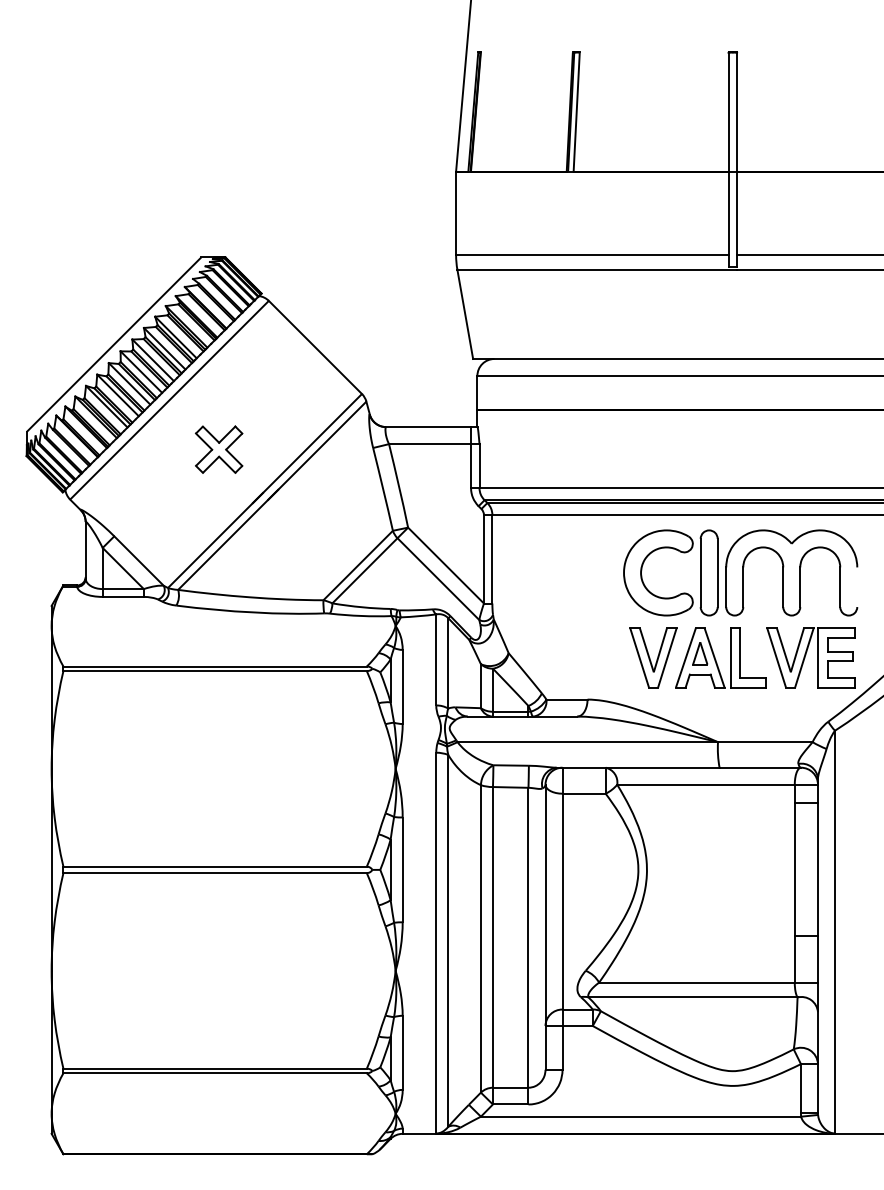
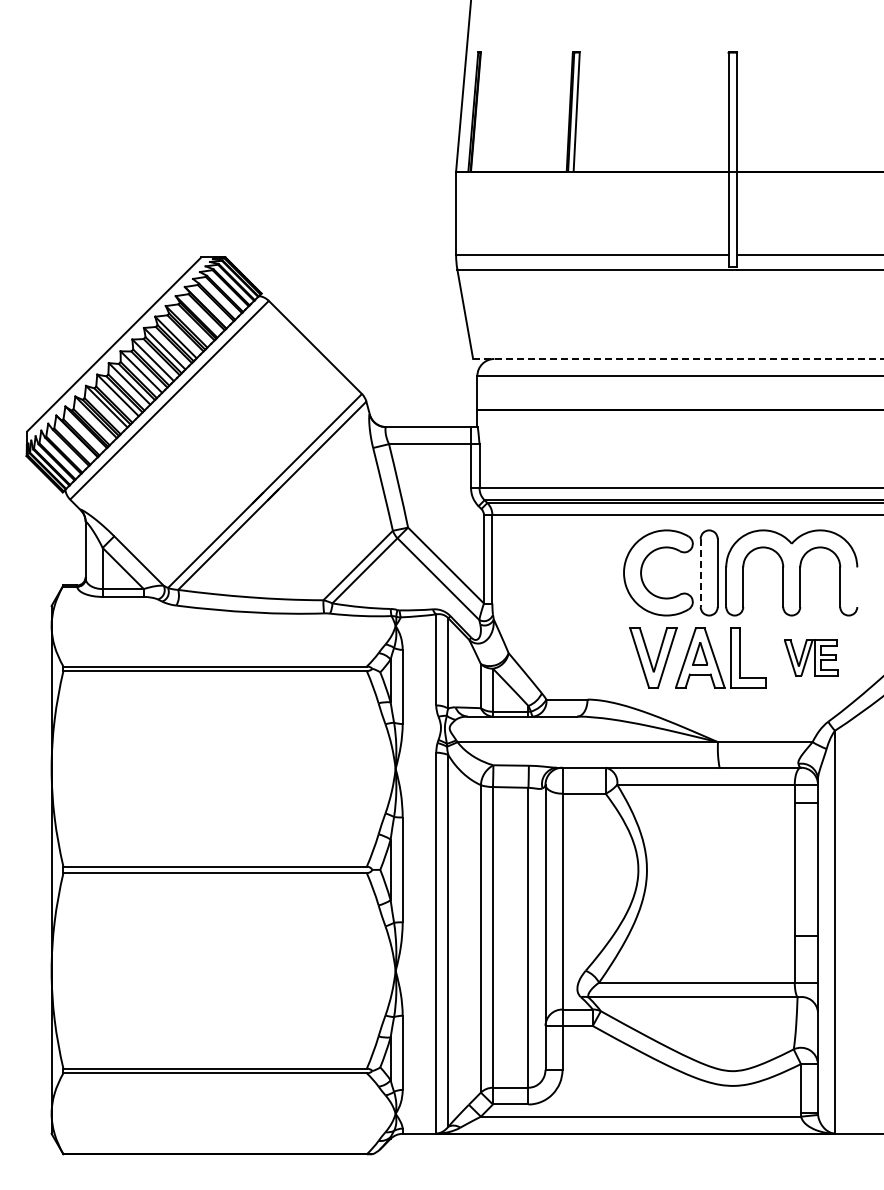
line at (678, 358): solid -> dashed
part at (218, 449): present -> none
line at (700, 573): solid -> dashed
part at (810, 657) size: 90x62 px -> 55x38 px
